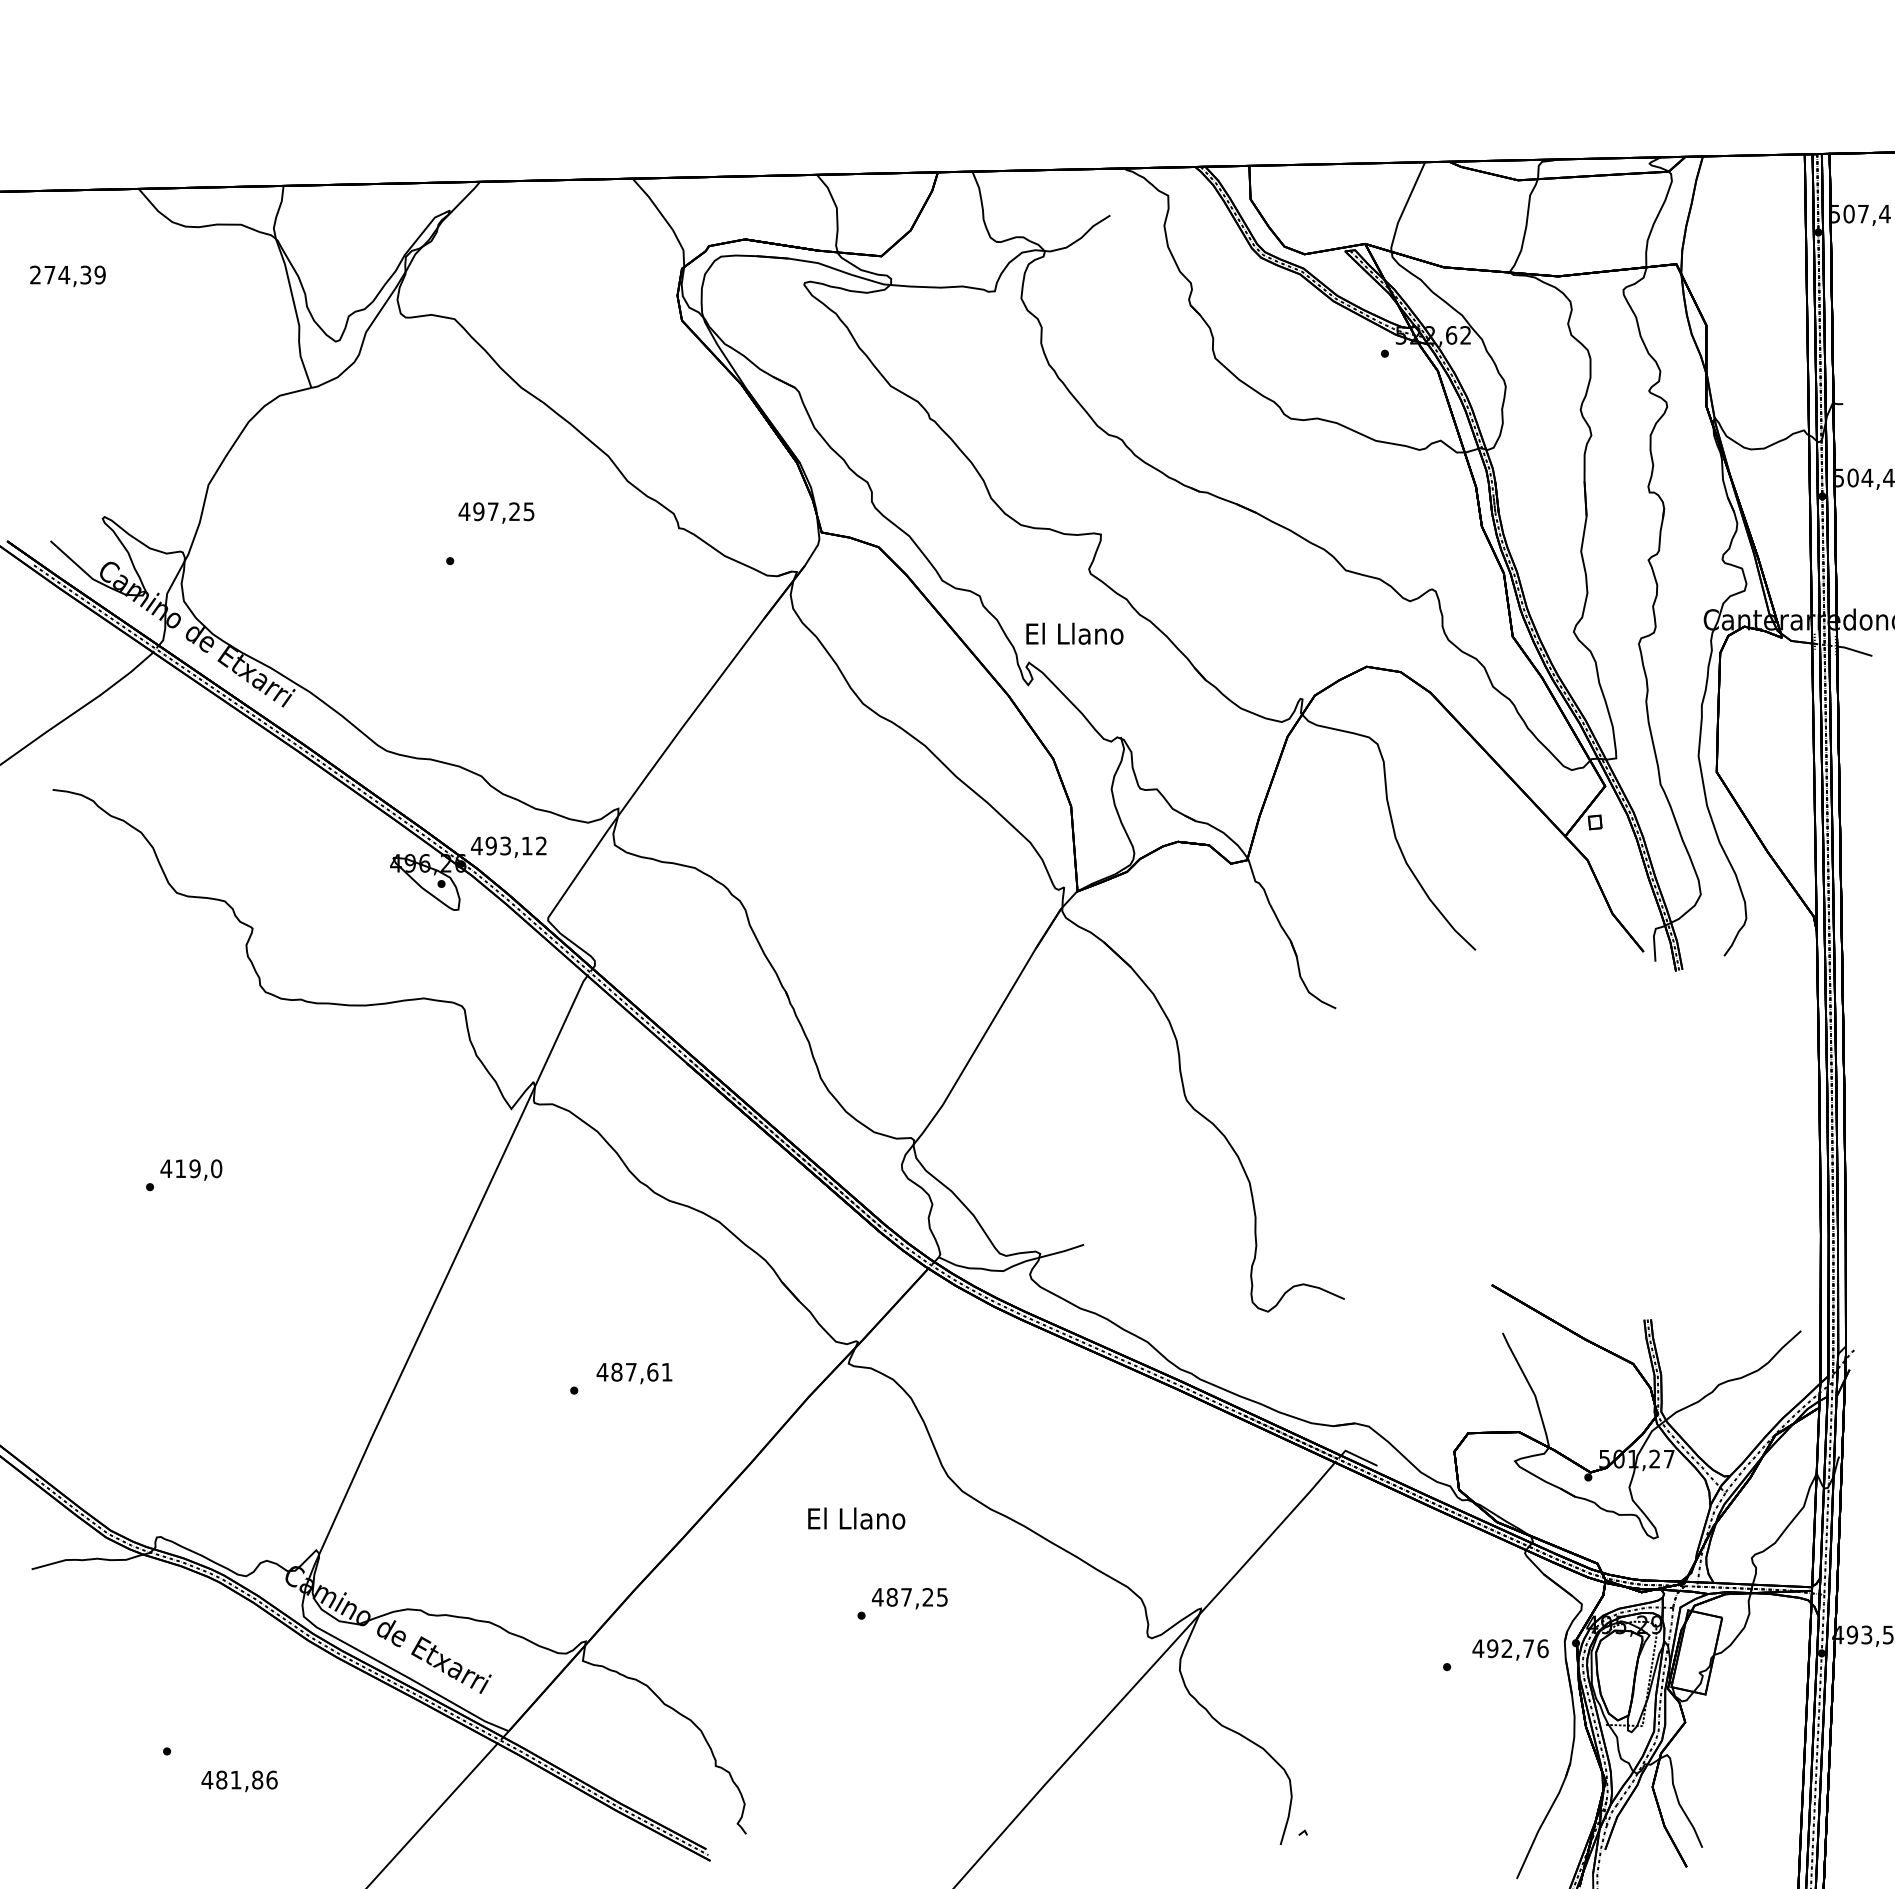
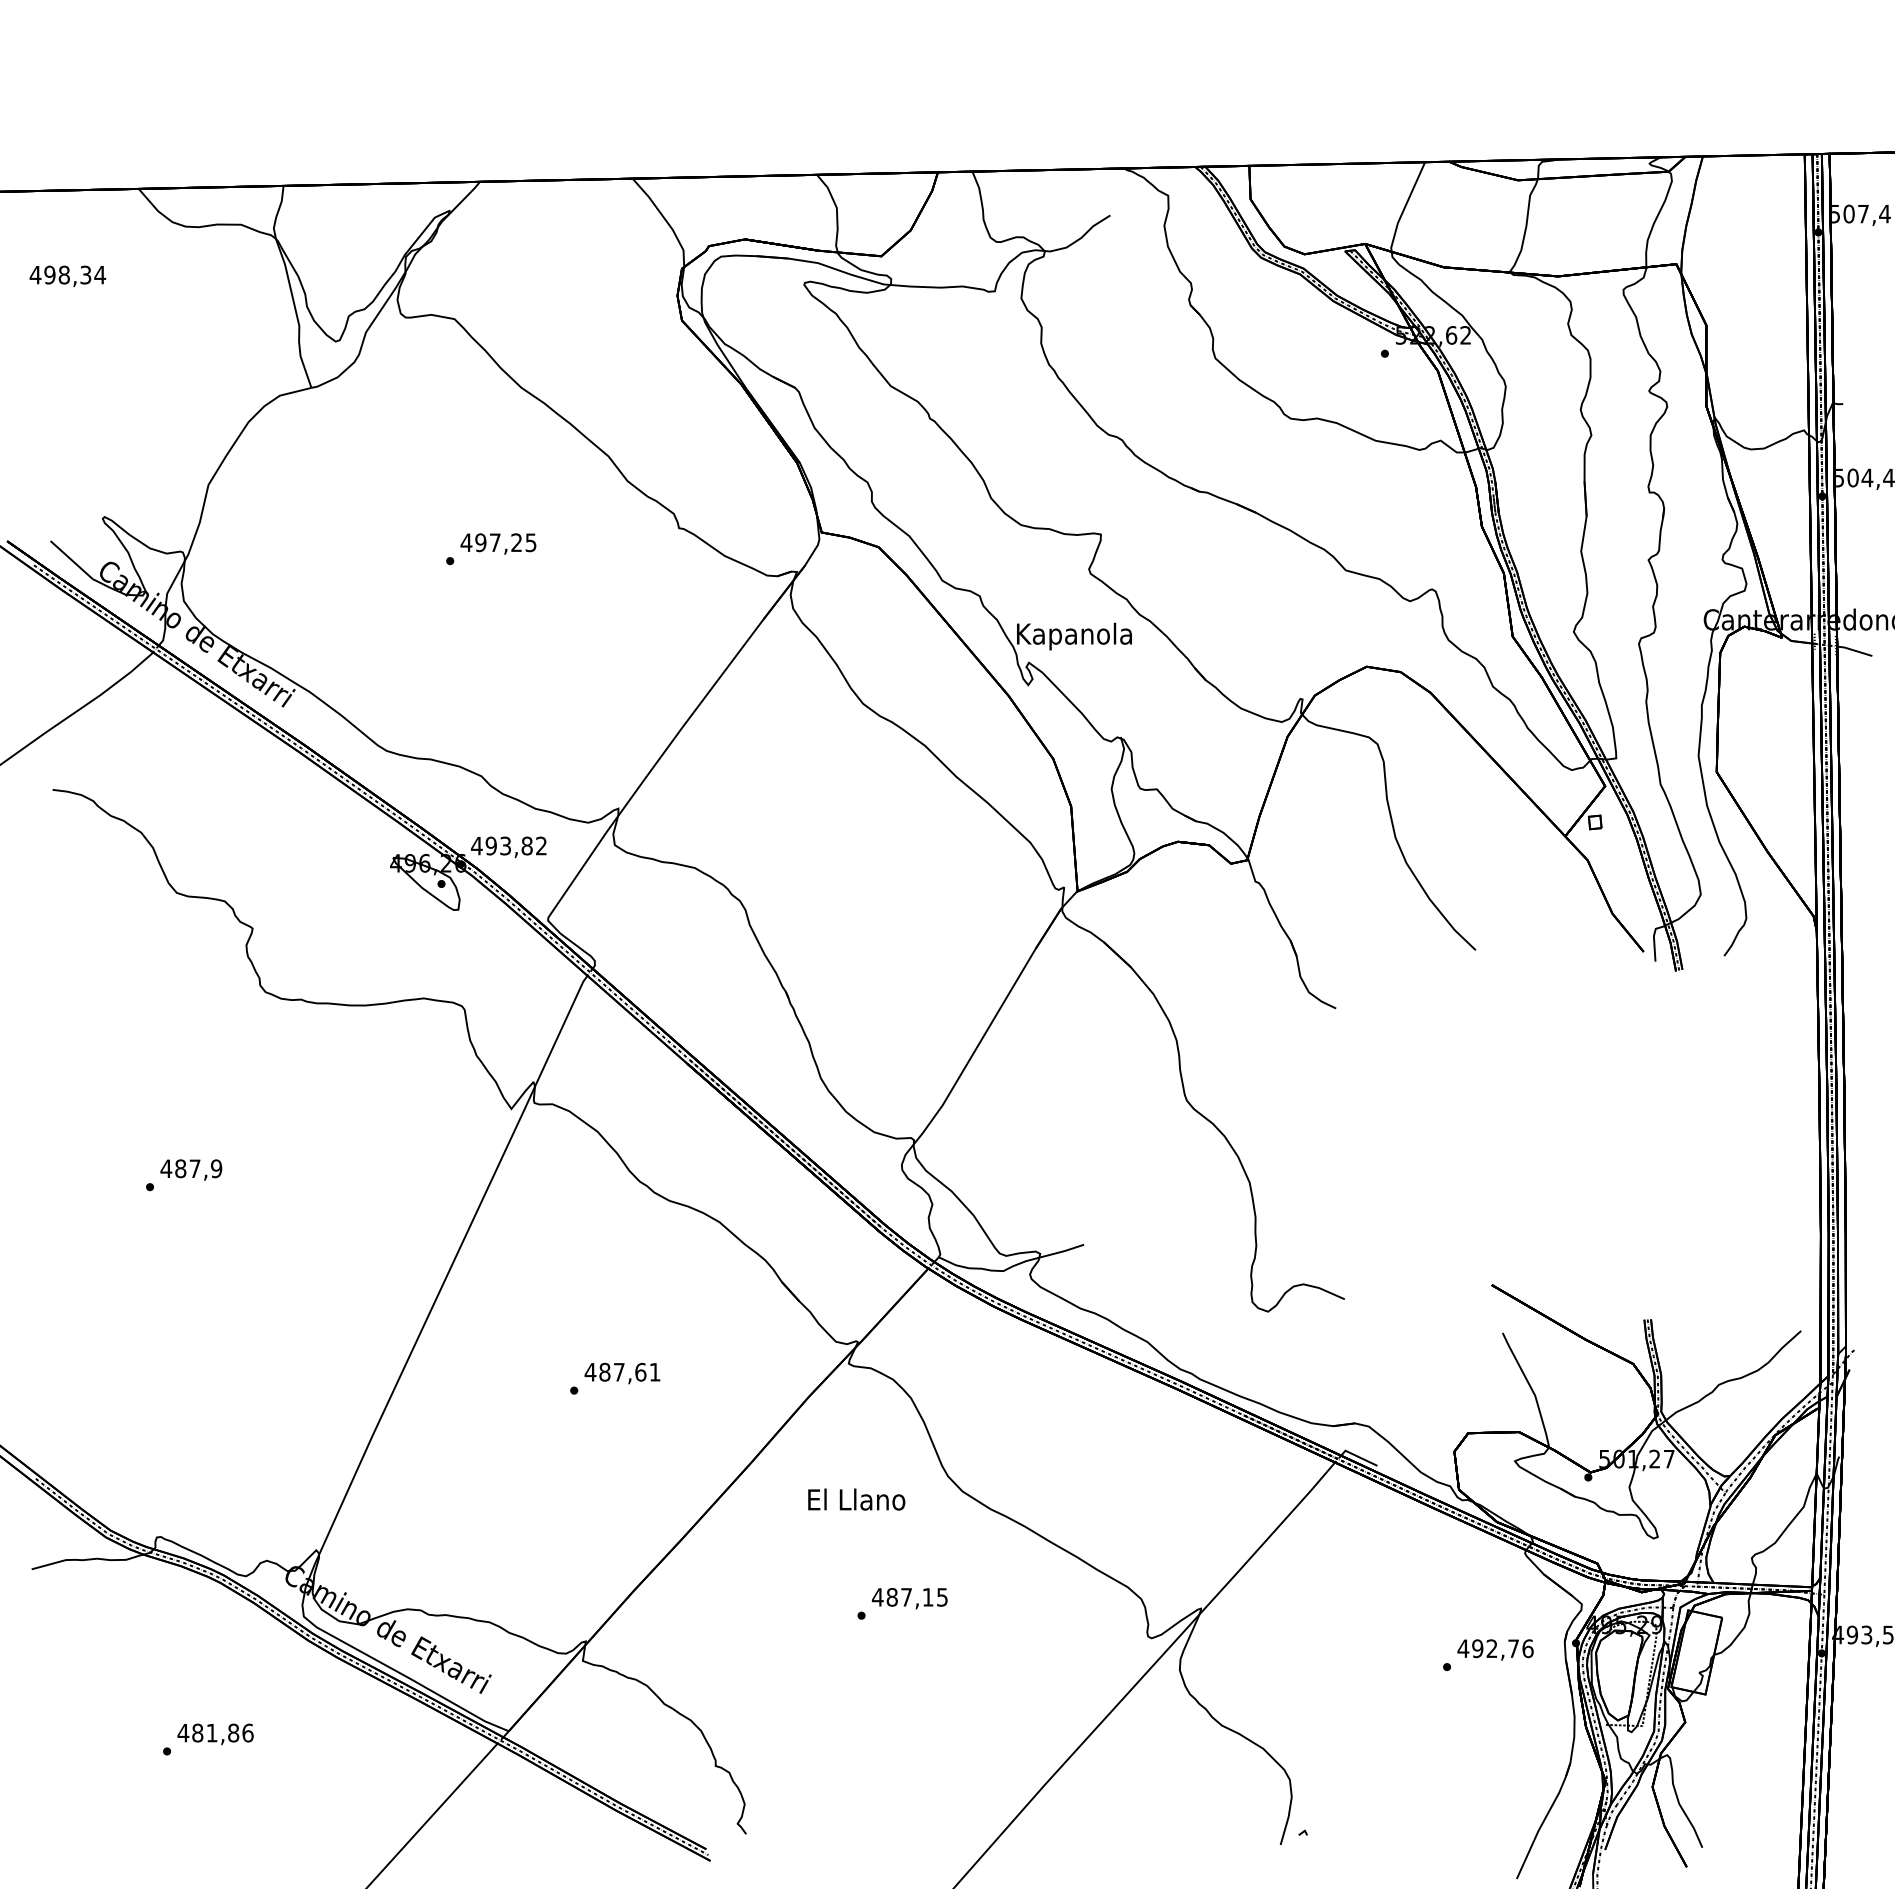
text at (67, 274): 274,39 -> 498,34
text at (496, 512) position: (496, 512) -> (498, 543)
text at (1074, 636): El Llano -> Kapanola
text at (526, 845): 493,12 -> 493,82
text at (198, 1168): 419,0 -> 487,9
text at (634, 1373) position: (634, 1373) -> (622, 1373)
text at (856, 1518) position: (856, 1518) -> (856, 1499)
text at (927, 1597): 487,25 -> 487,15
text at (1510, 1649) position: (1510, 1649) -> (1495, 1649)
text at (239, 1781) position: (239, 1781) -> (215, 1734)
